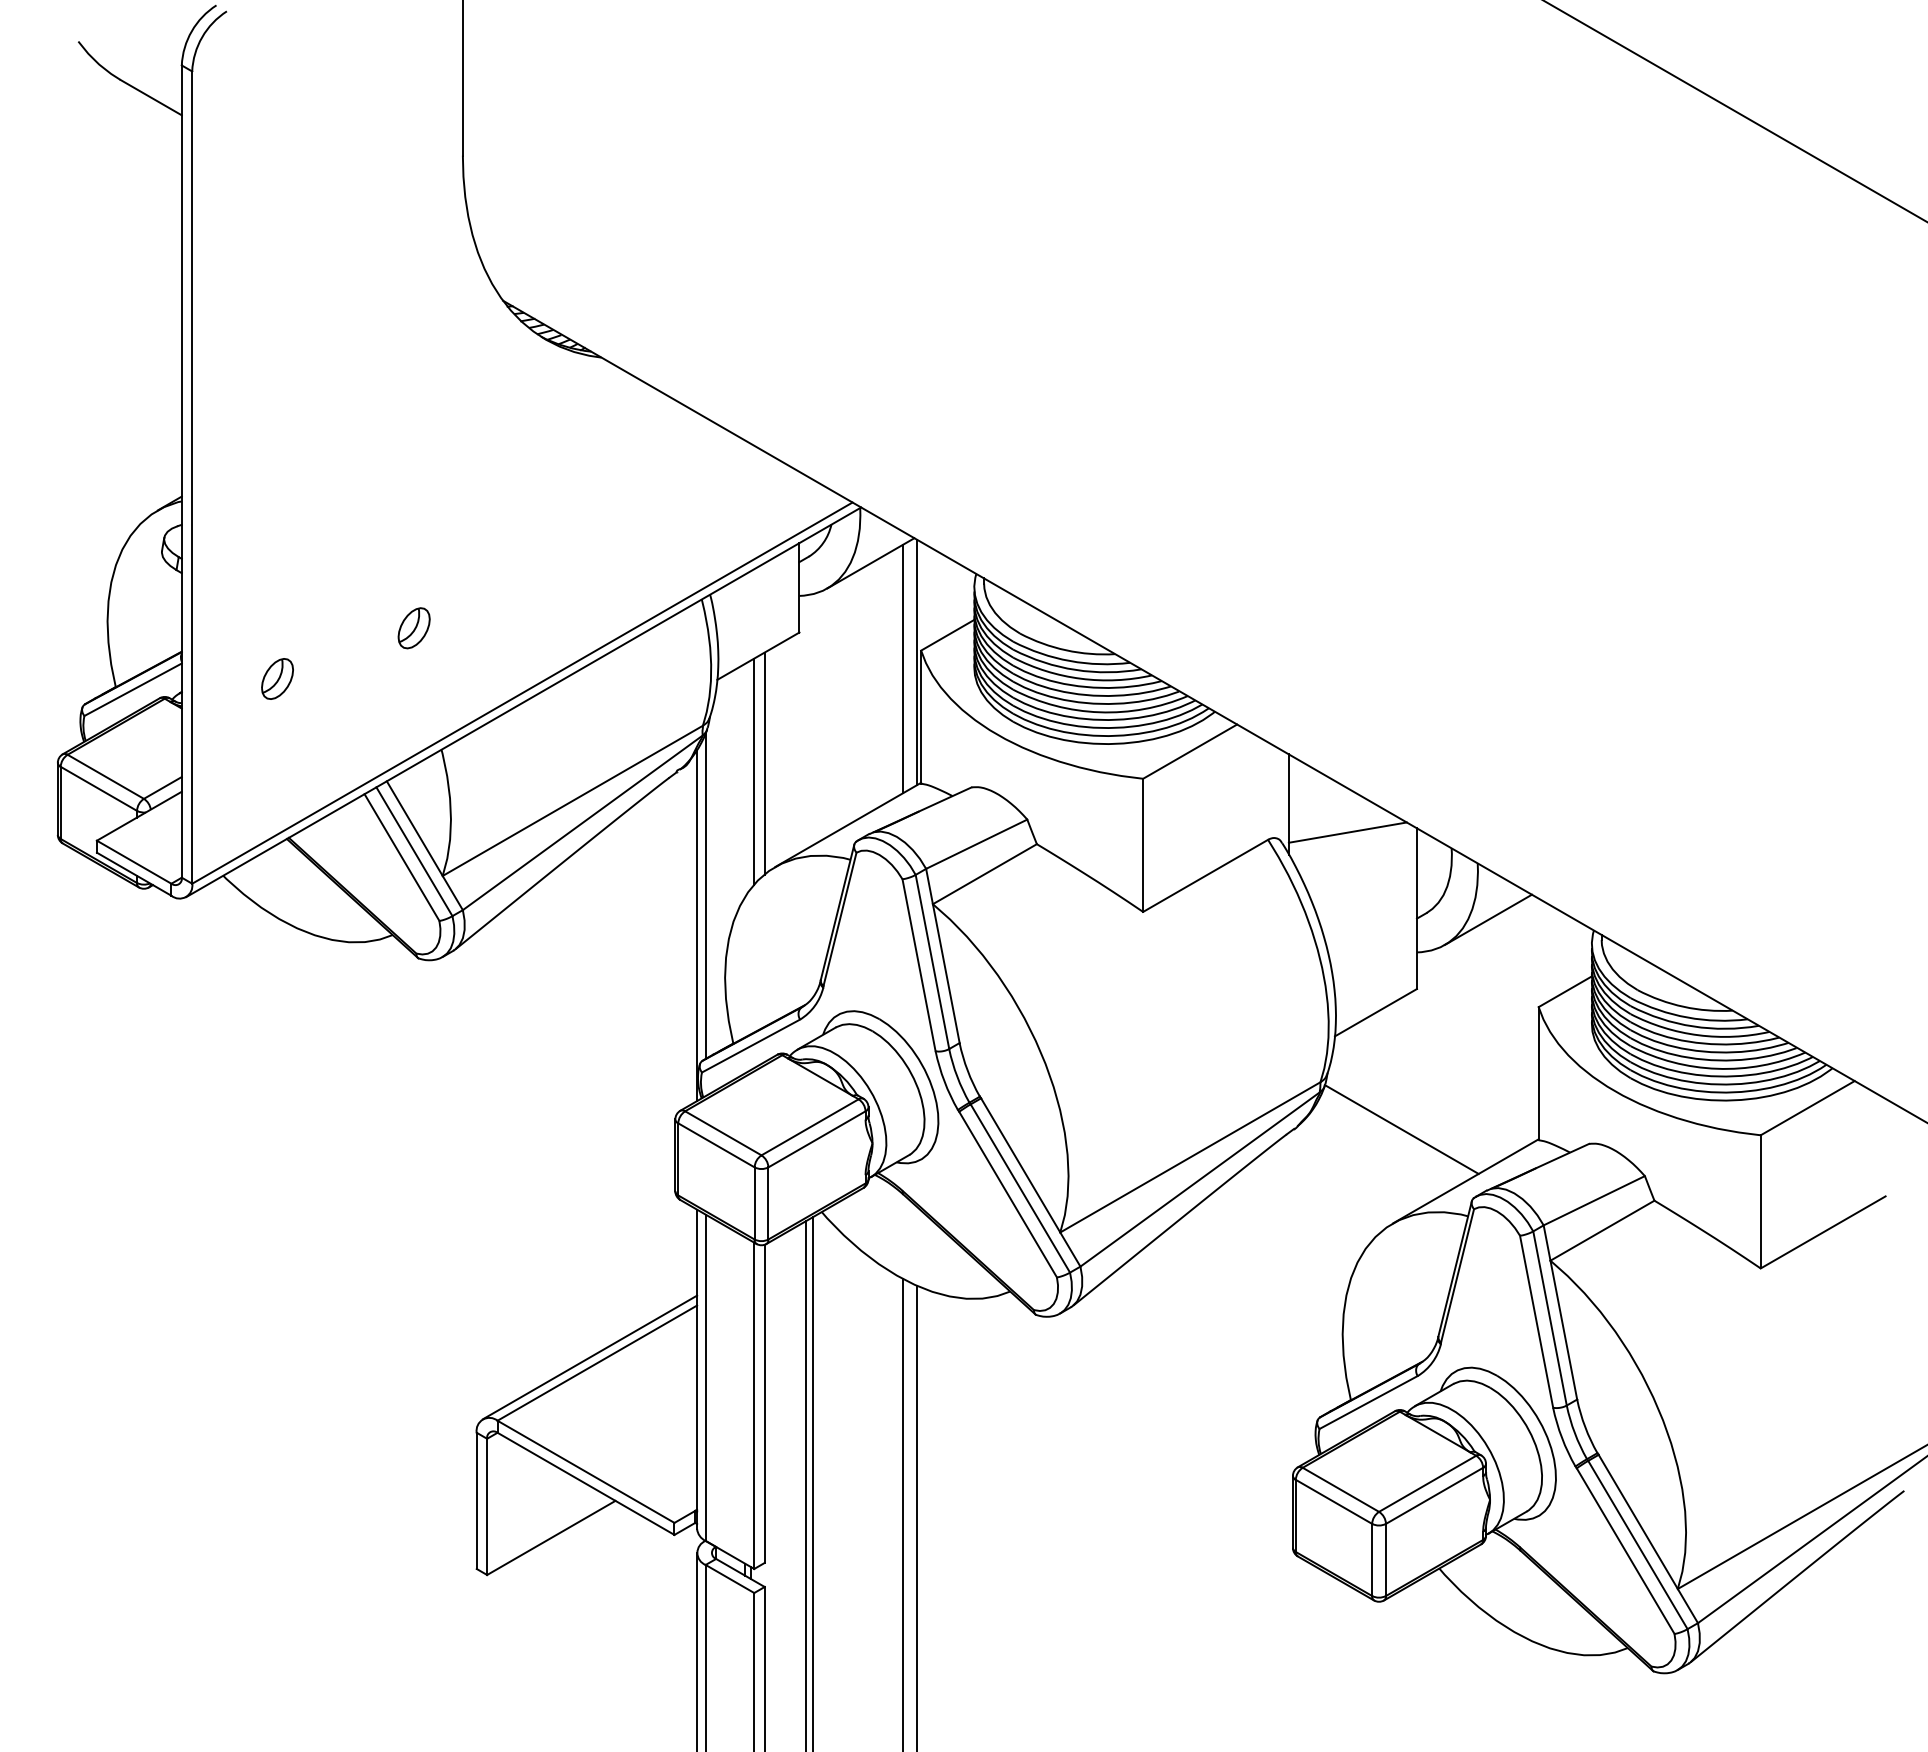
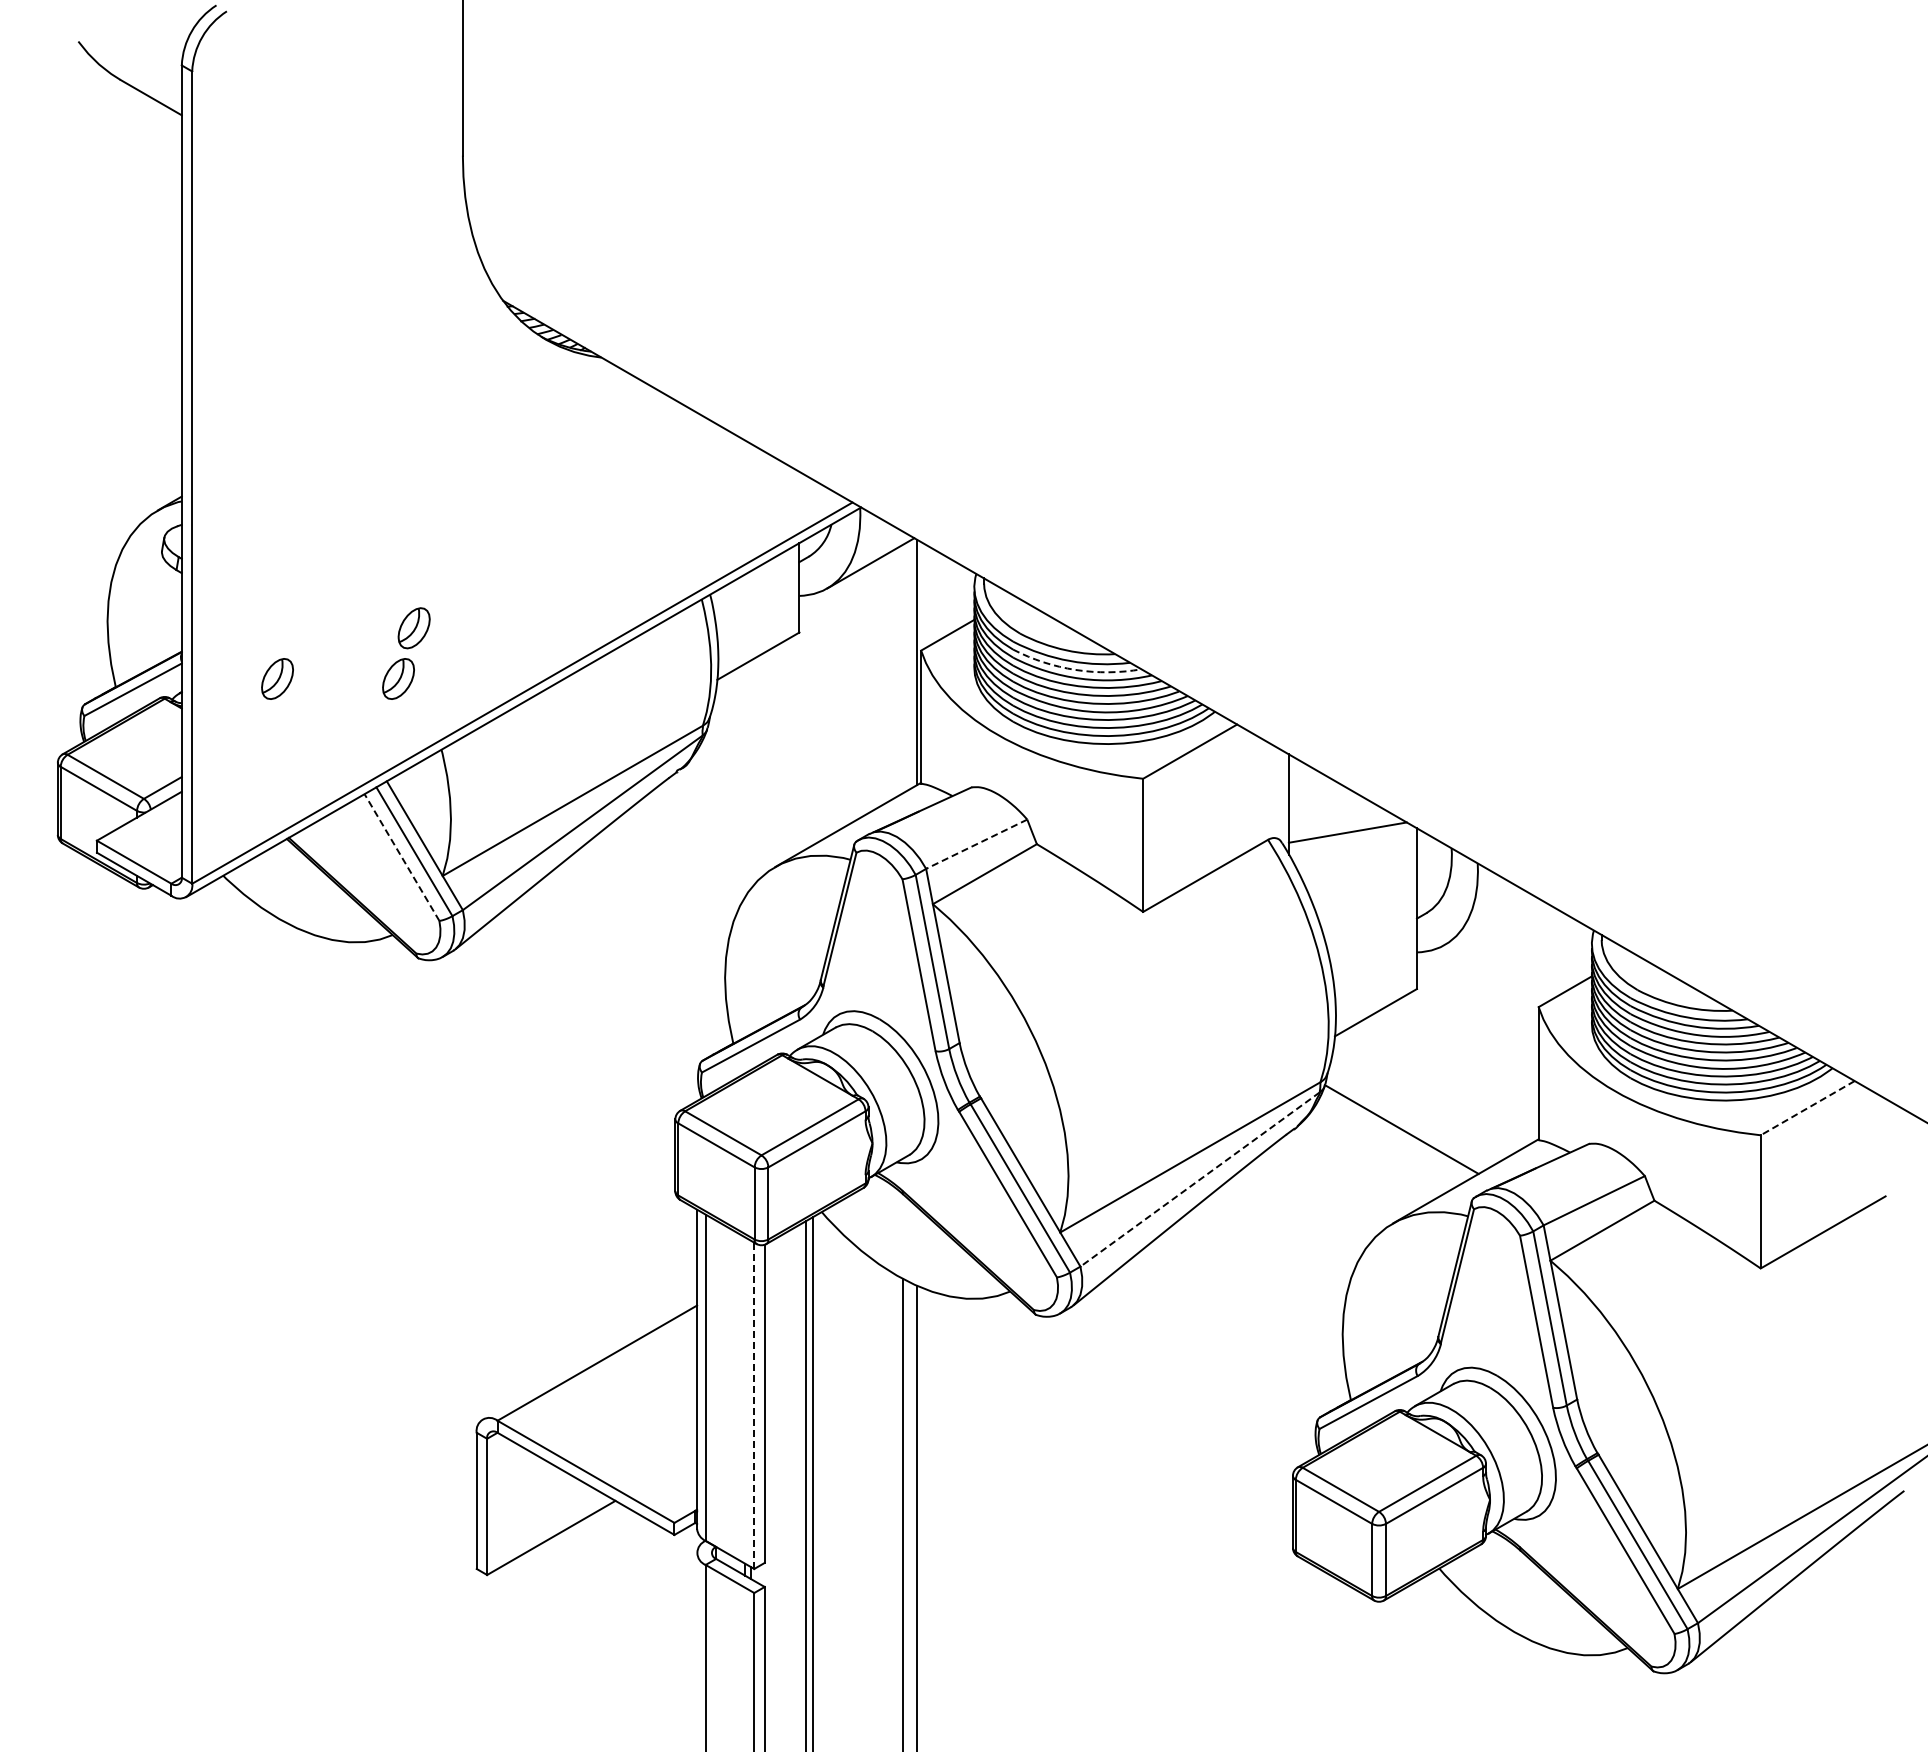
line at (1735, 111): present -> none
line at (903, 668): present -> none
arc at (1075, 669): solid -> dashed
part at (398, 678): none -> present
line at (764, 763): present -> none
line at (754, 771): present -> none
line at (976, 844): solid -> dashed
line at (402, 857): solid -> dashed
line at (705, 896): present -> none
line at (1487, 919): present -> none
line at (697, 925): present -> none
line at (1807, 1108): solid -> dashed
line at (1199, 1179): solid -> dashed
line at (589, 1357): present -> none
line at (754, 1406): solid -> dashed
line at (697, 1650): present -> none
